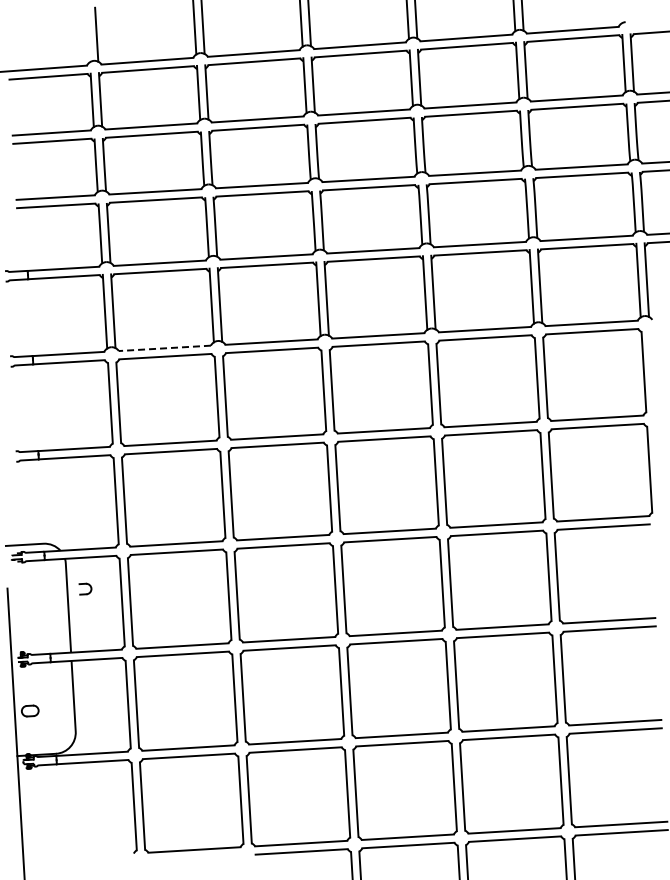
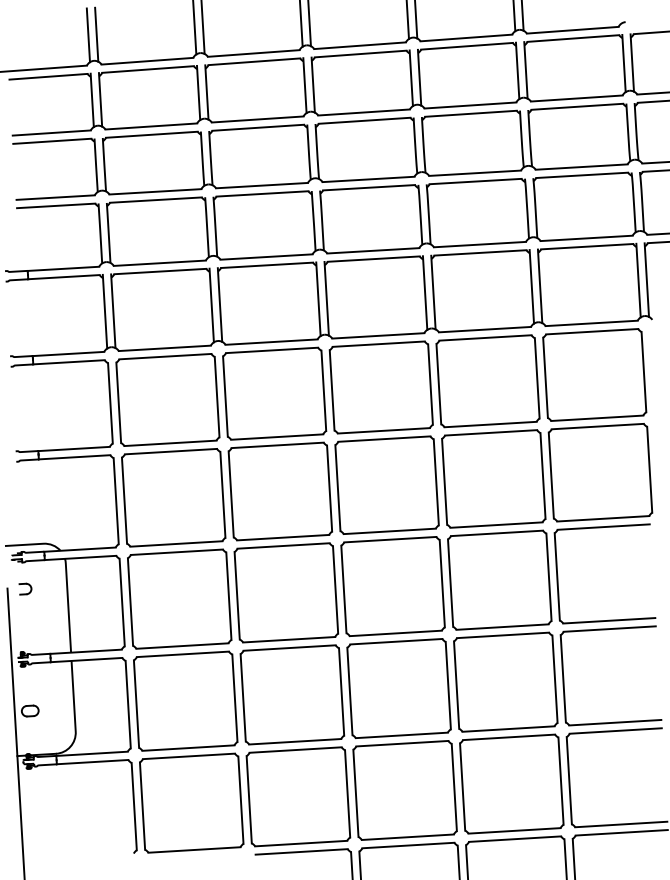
line at (88, 35): none -> present
line at (164, 348): dashed -> solid
part at (85, 588) position: (85, 588) -> (25, 588)
